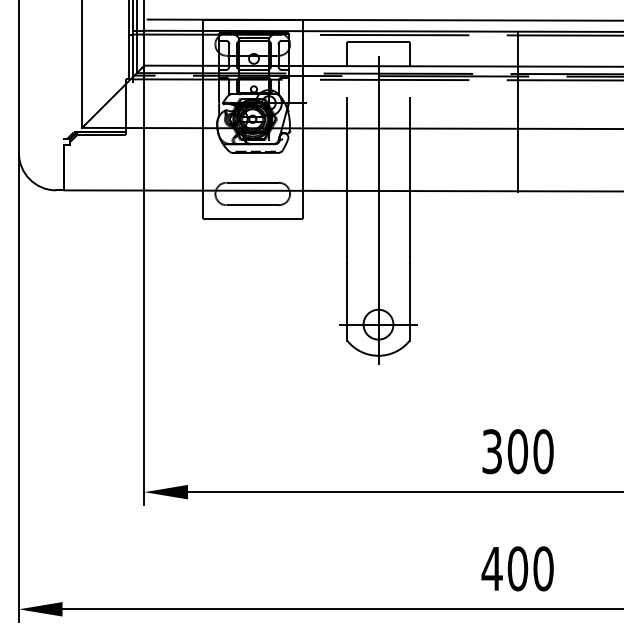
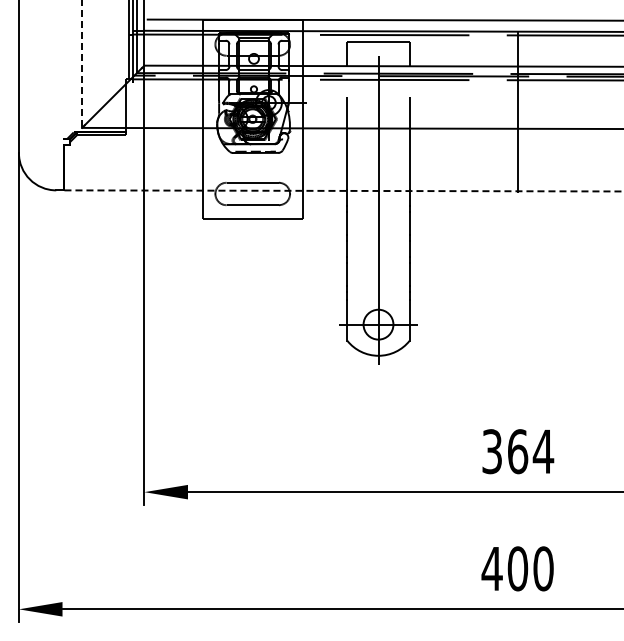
line at (82, 63): solid -> dashed
line at (344, 190): solid -> dashed
text at (530, 451): 300 -> 364
